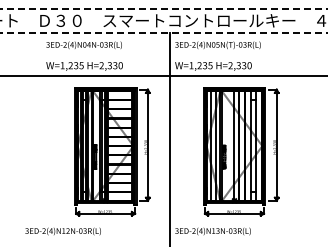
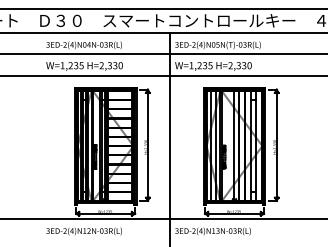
line at (164, 9): dashed -> solid
line at (164, 32): dashed -> solid
line at (163, 54): none -> present
line at (163, 219): none -> present
text at (62, 231) position: (62, 231) -> (83, 231)
